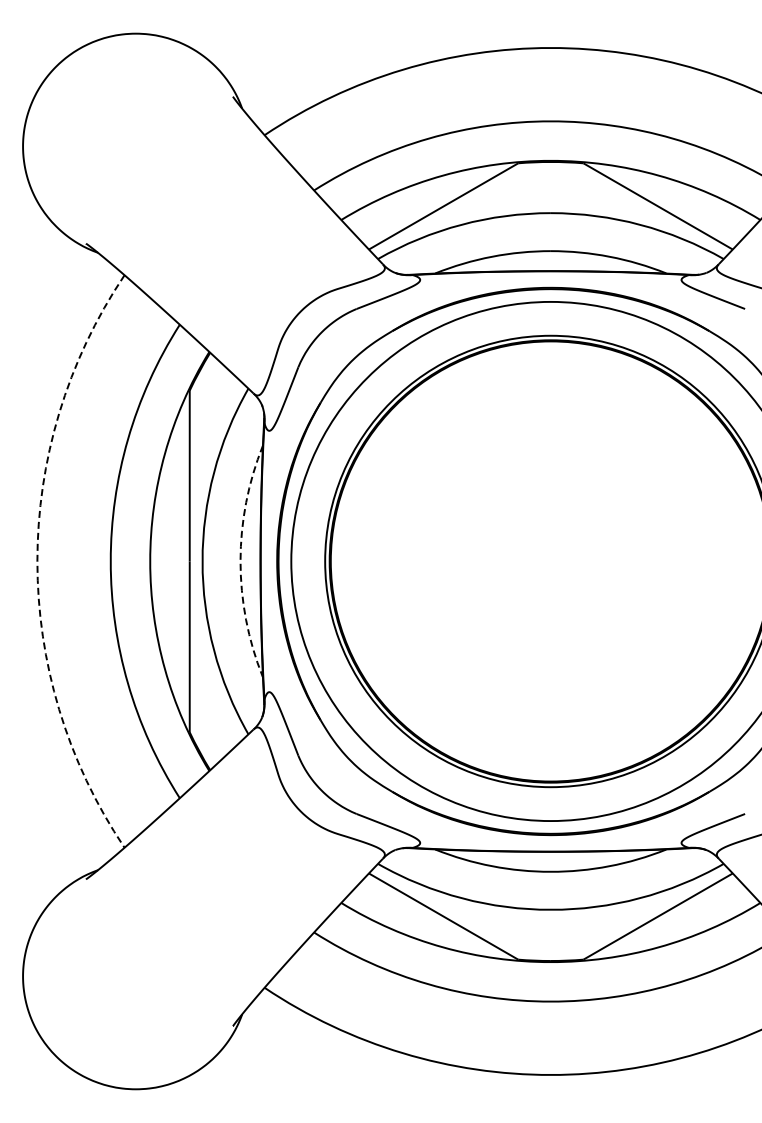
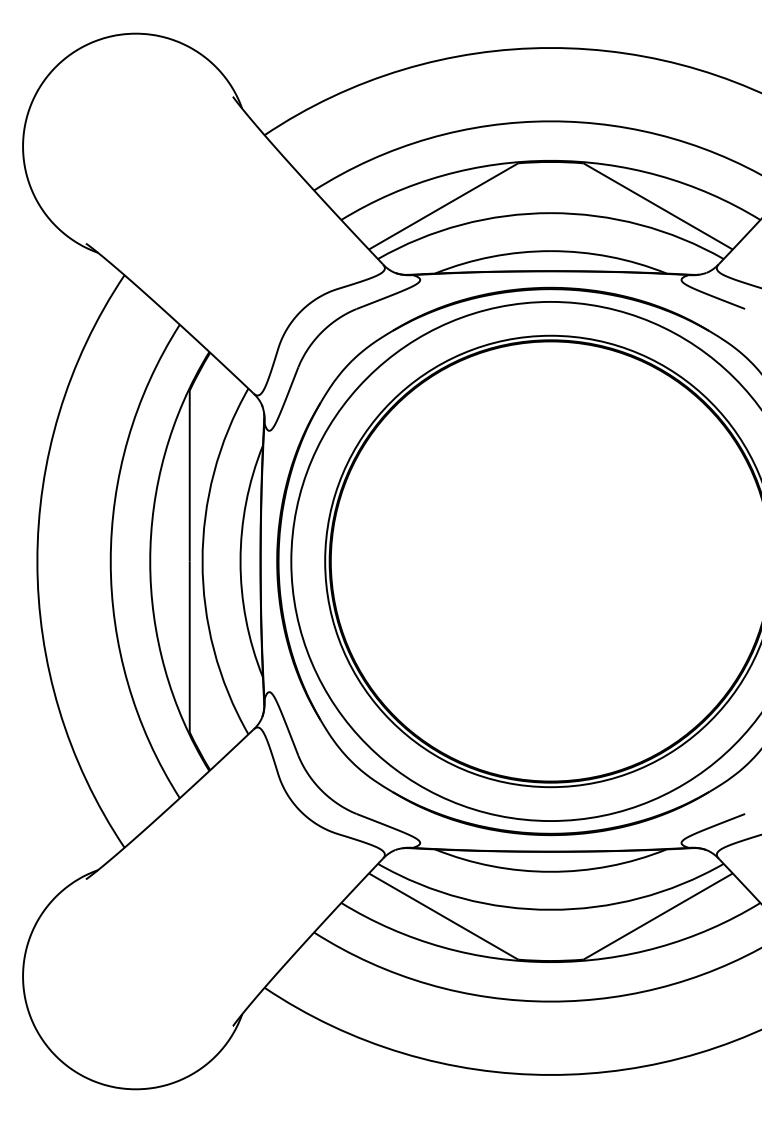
arc at (37, 561): dashed -> solid
arc at (240, 561): dashed -> solid
